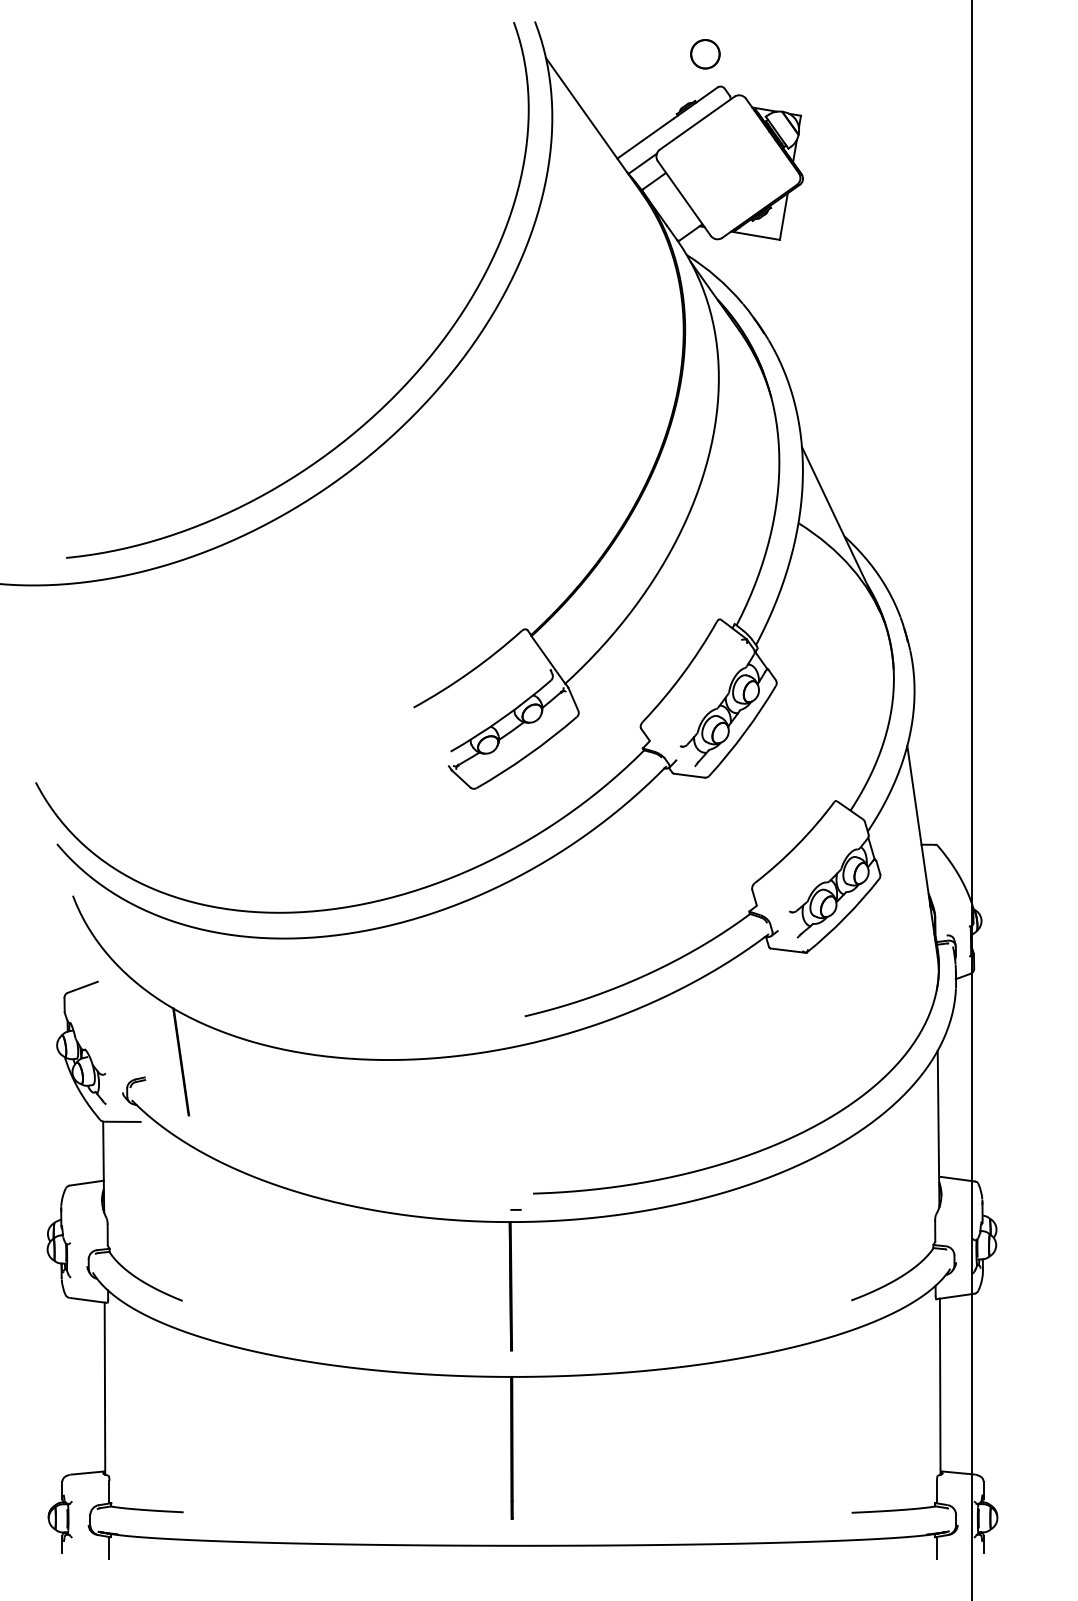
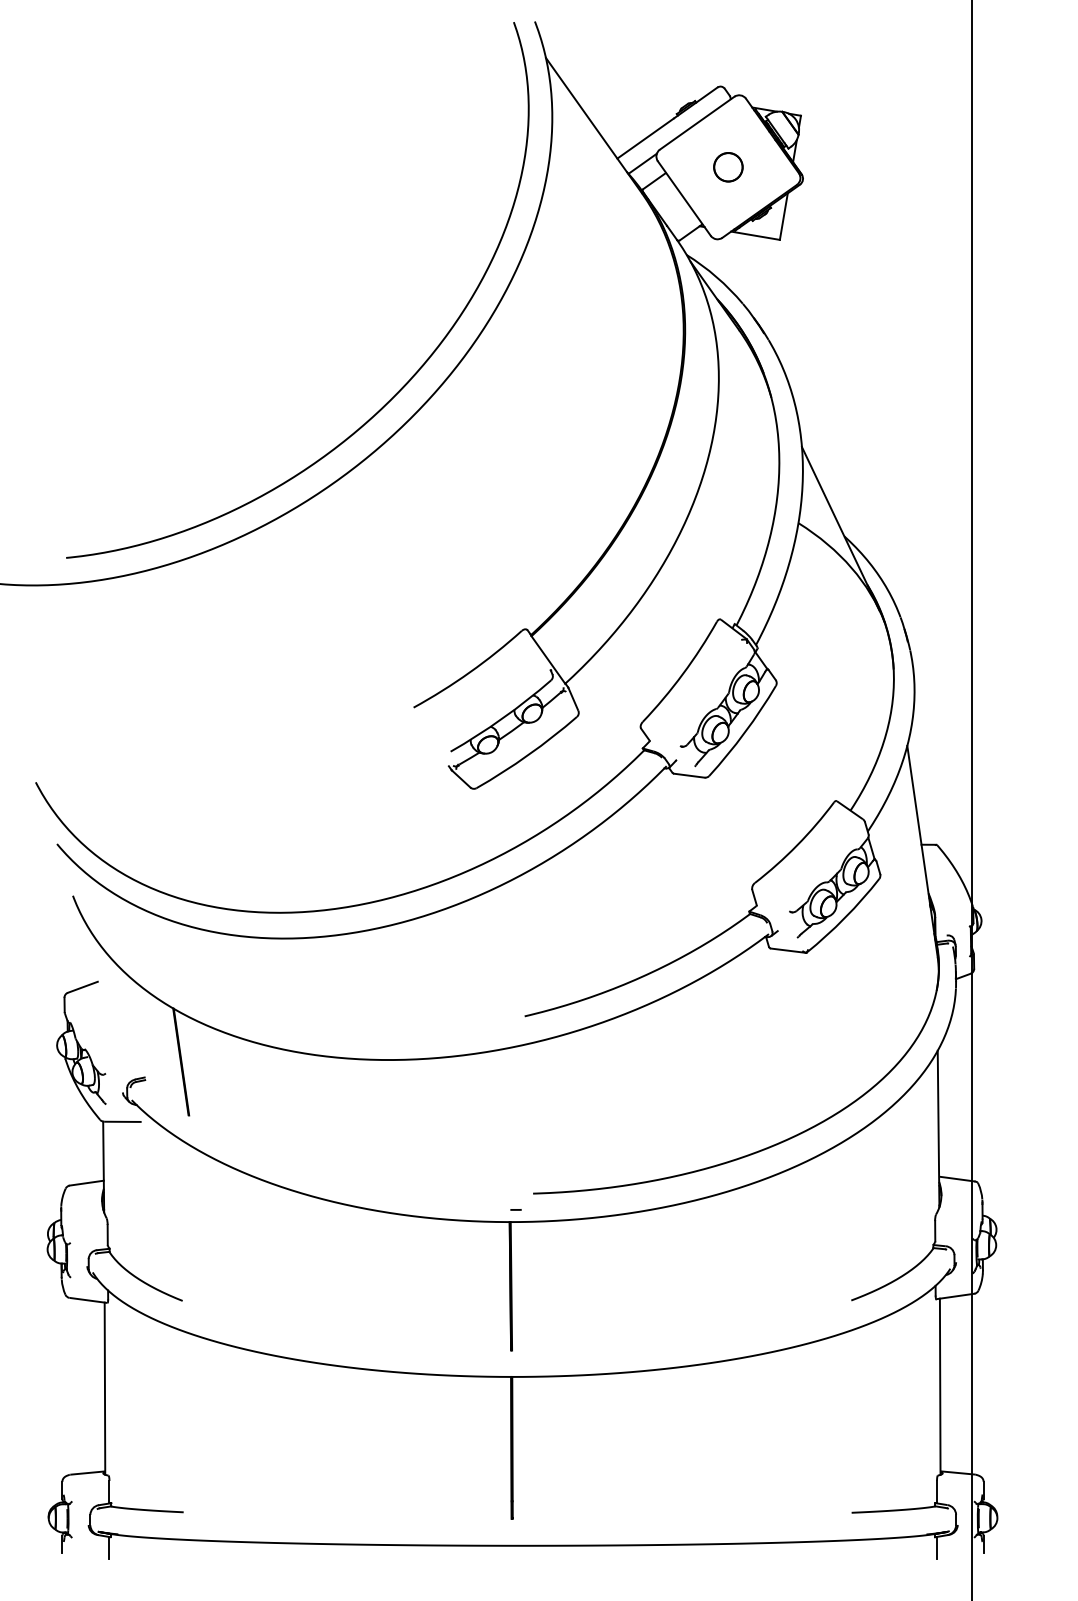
circle at (705, 54) position: (705, 54) -> (728, 167)
